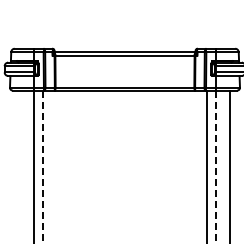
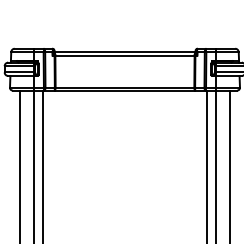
line at (20, 165): none -> present
line at (43, 167): dashed -> solid
line at (215, 167): dashed -> solid
